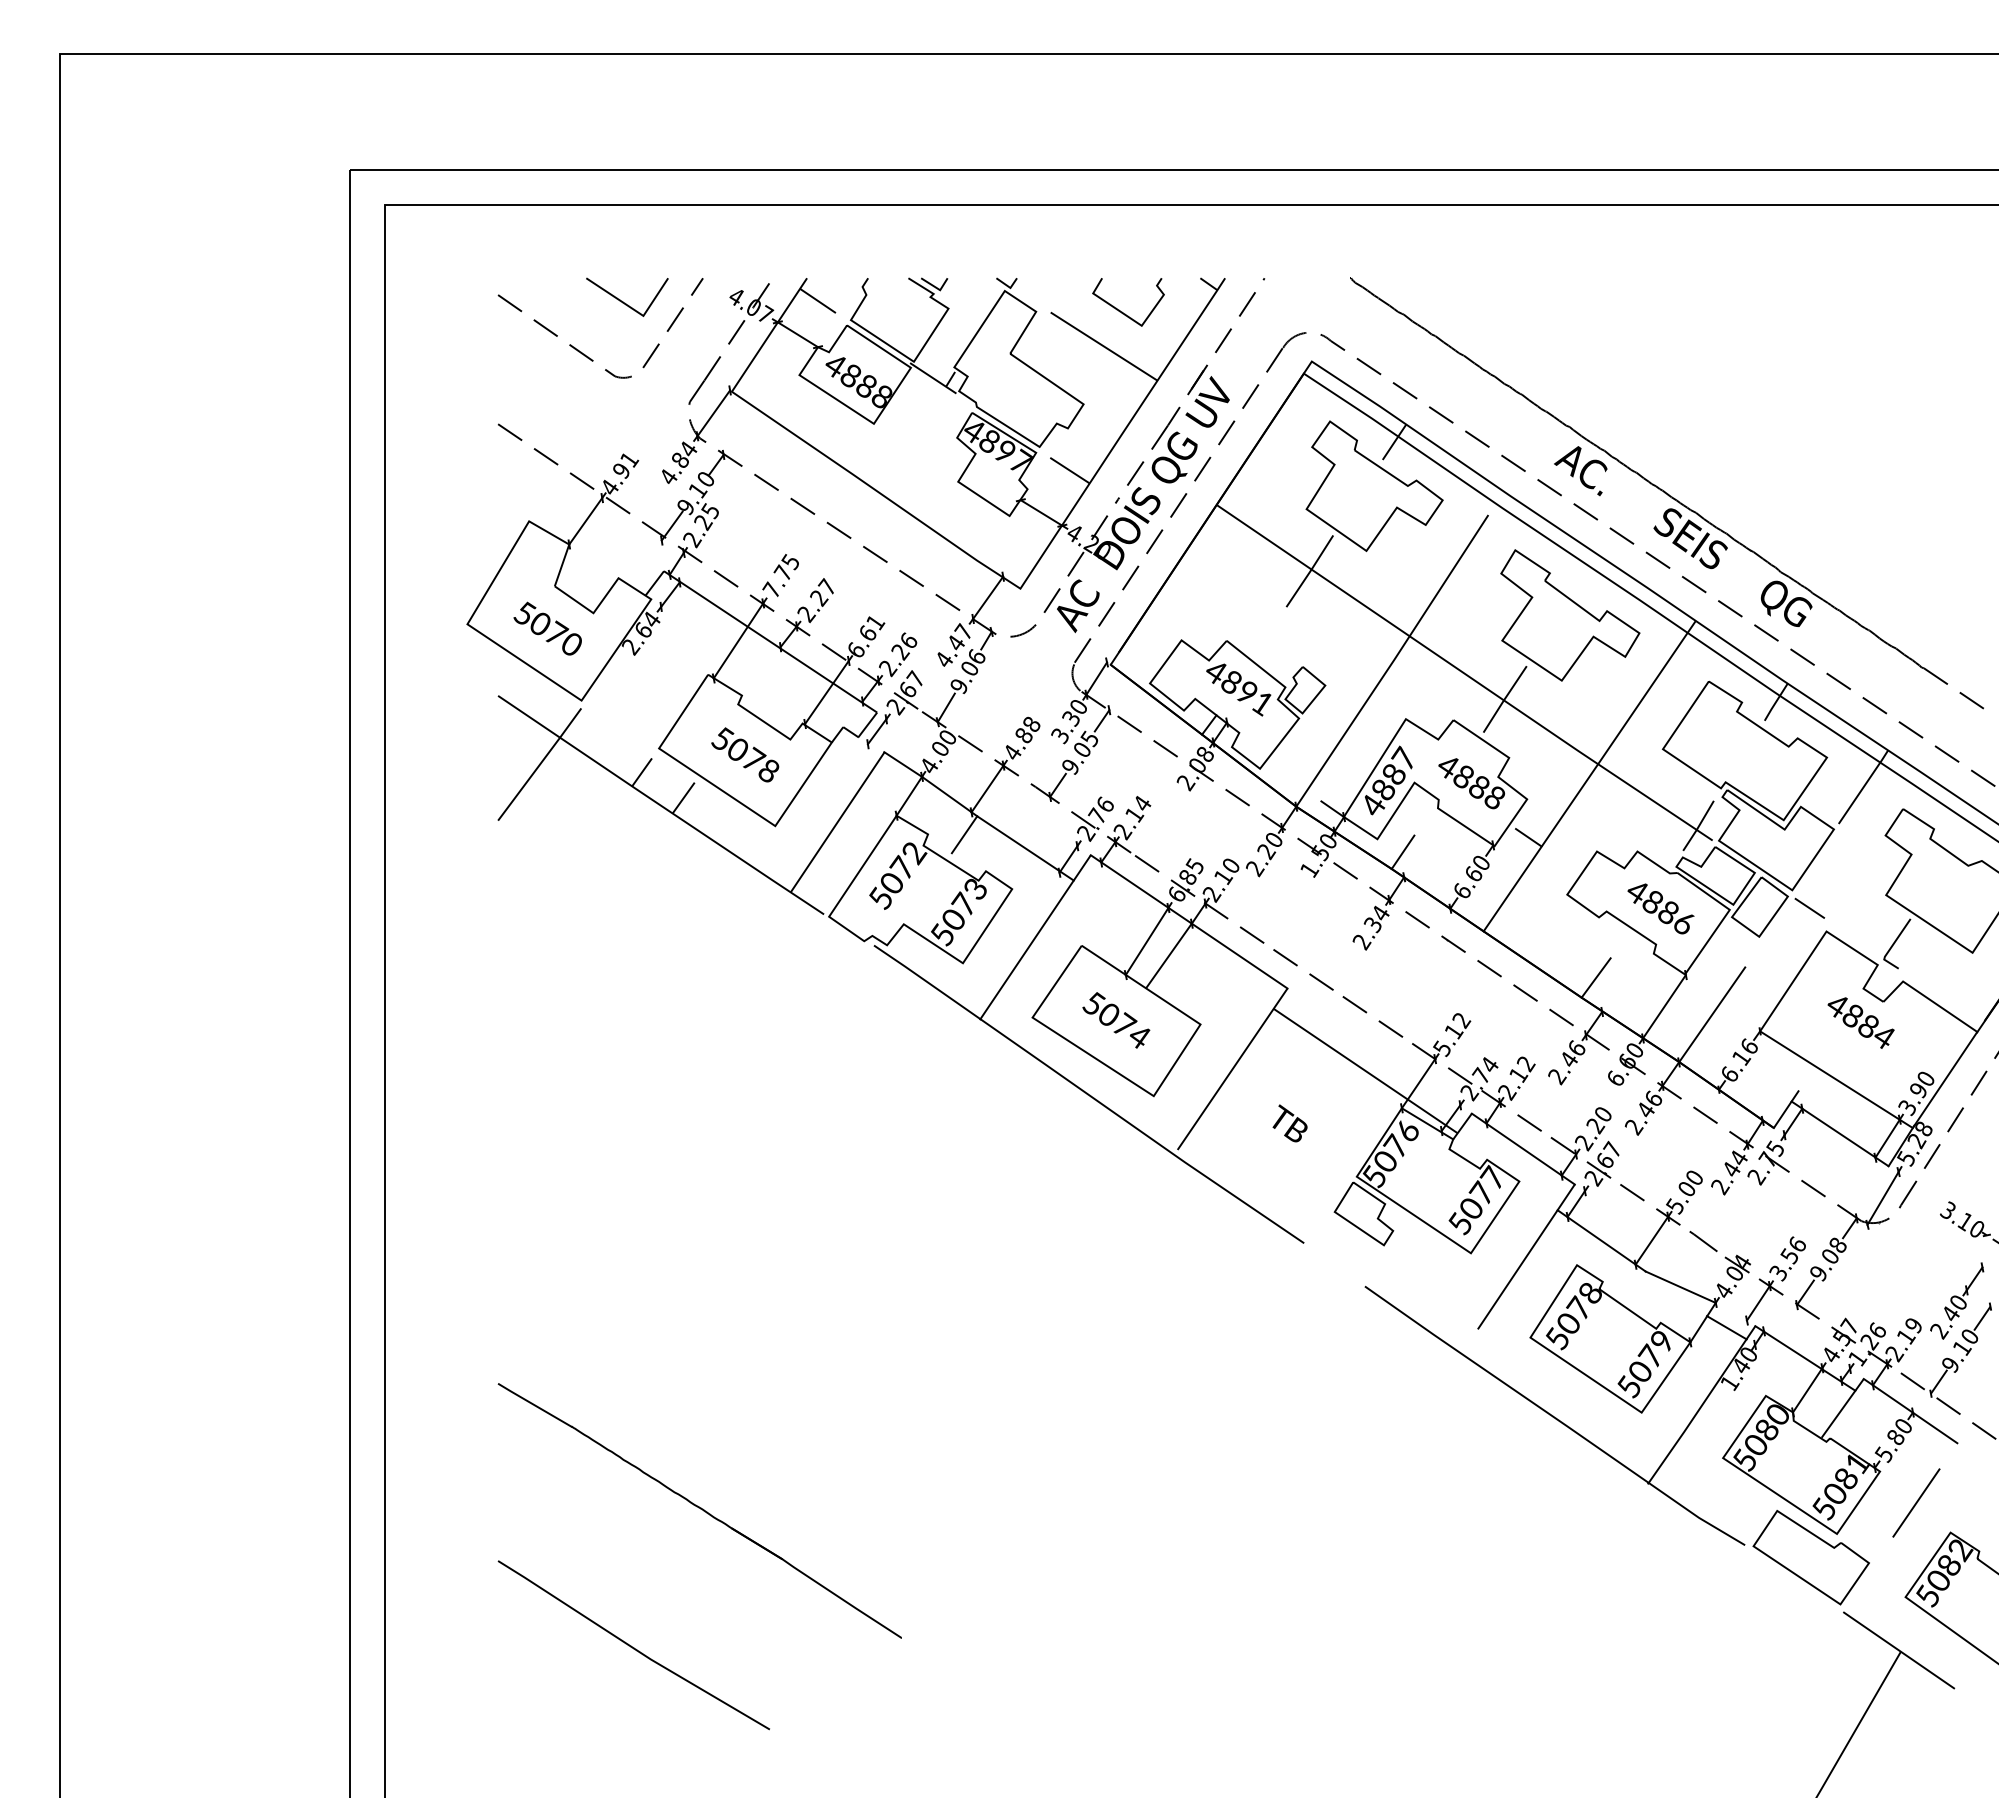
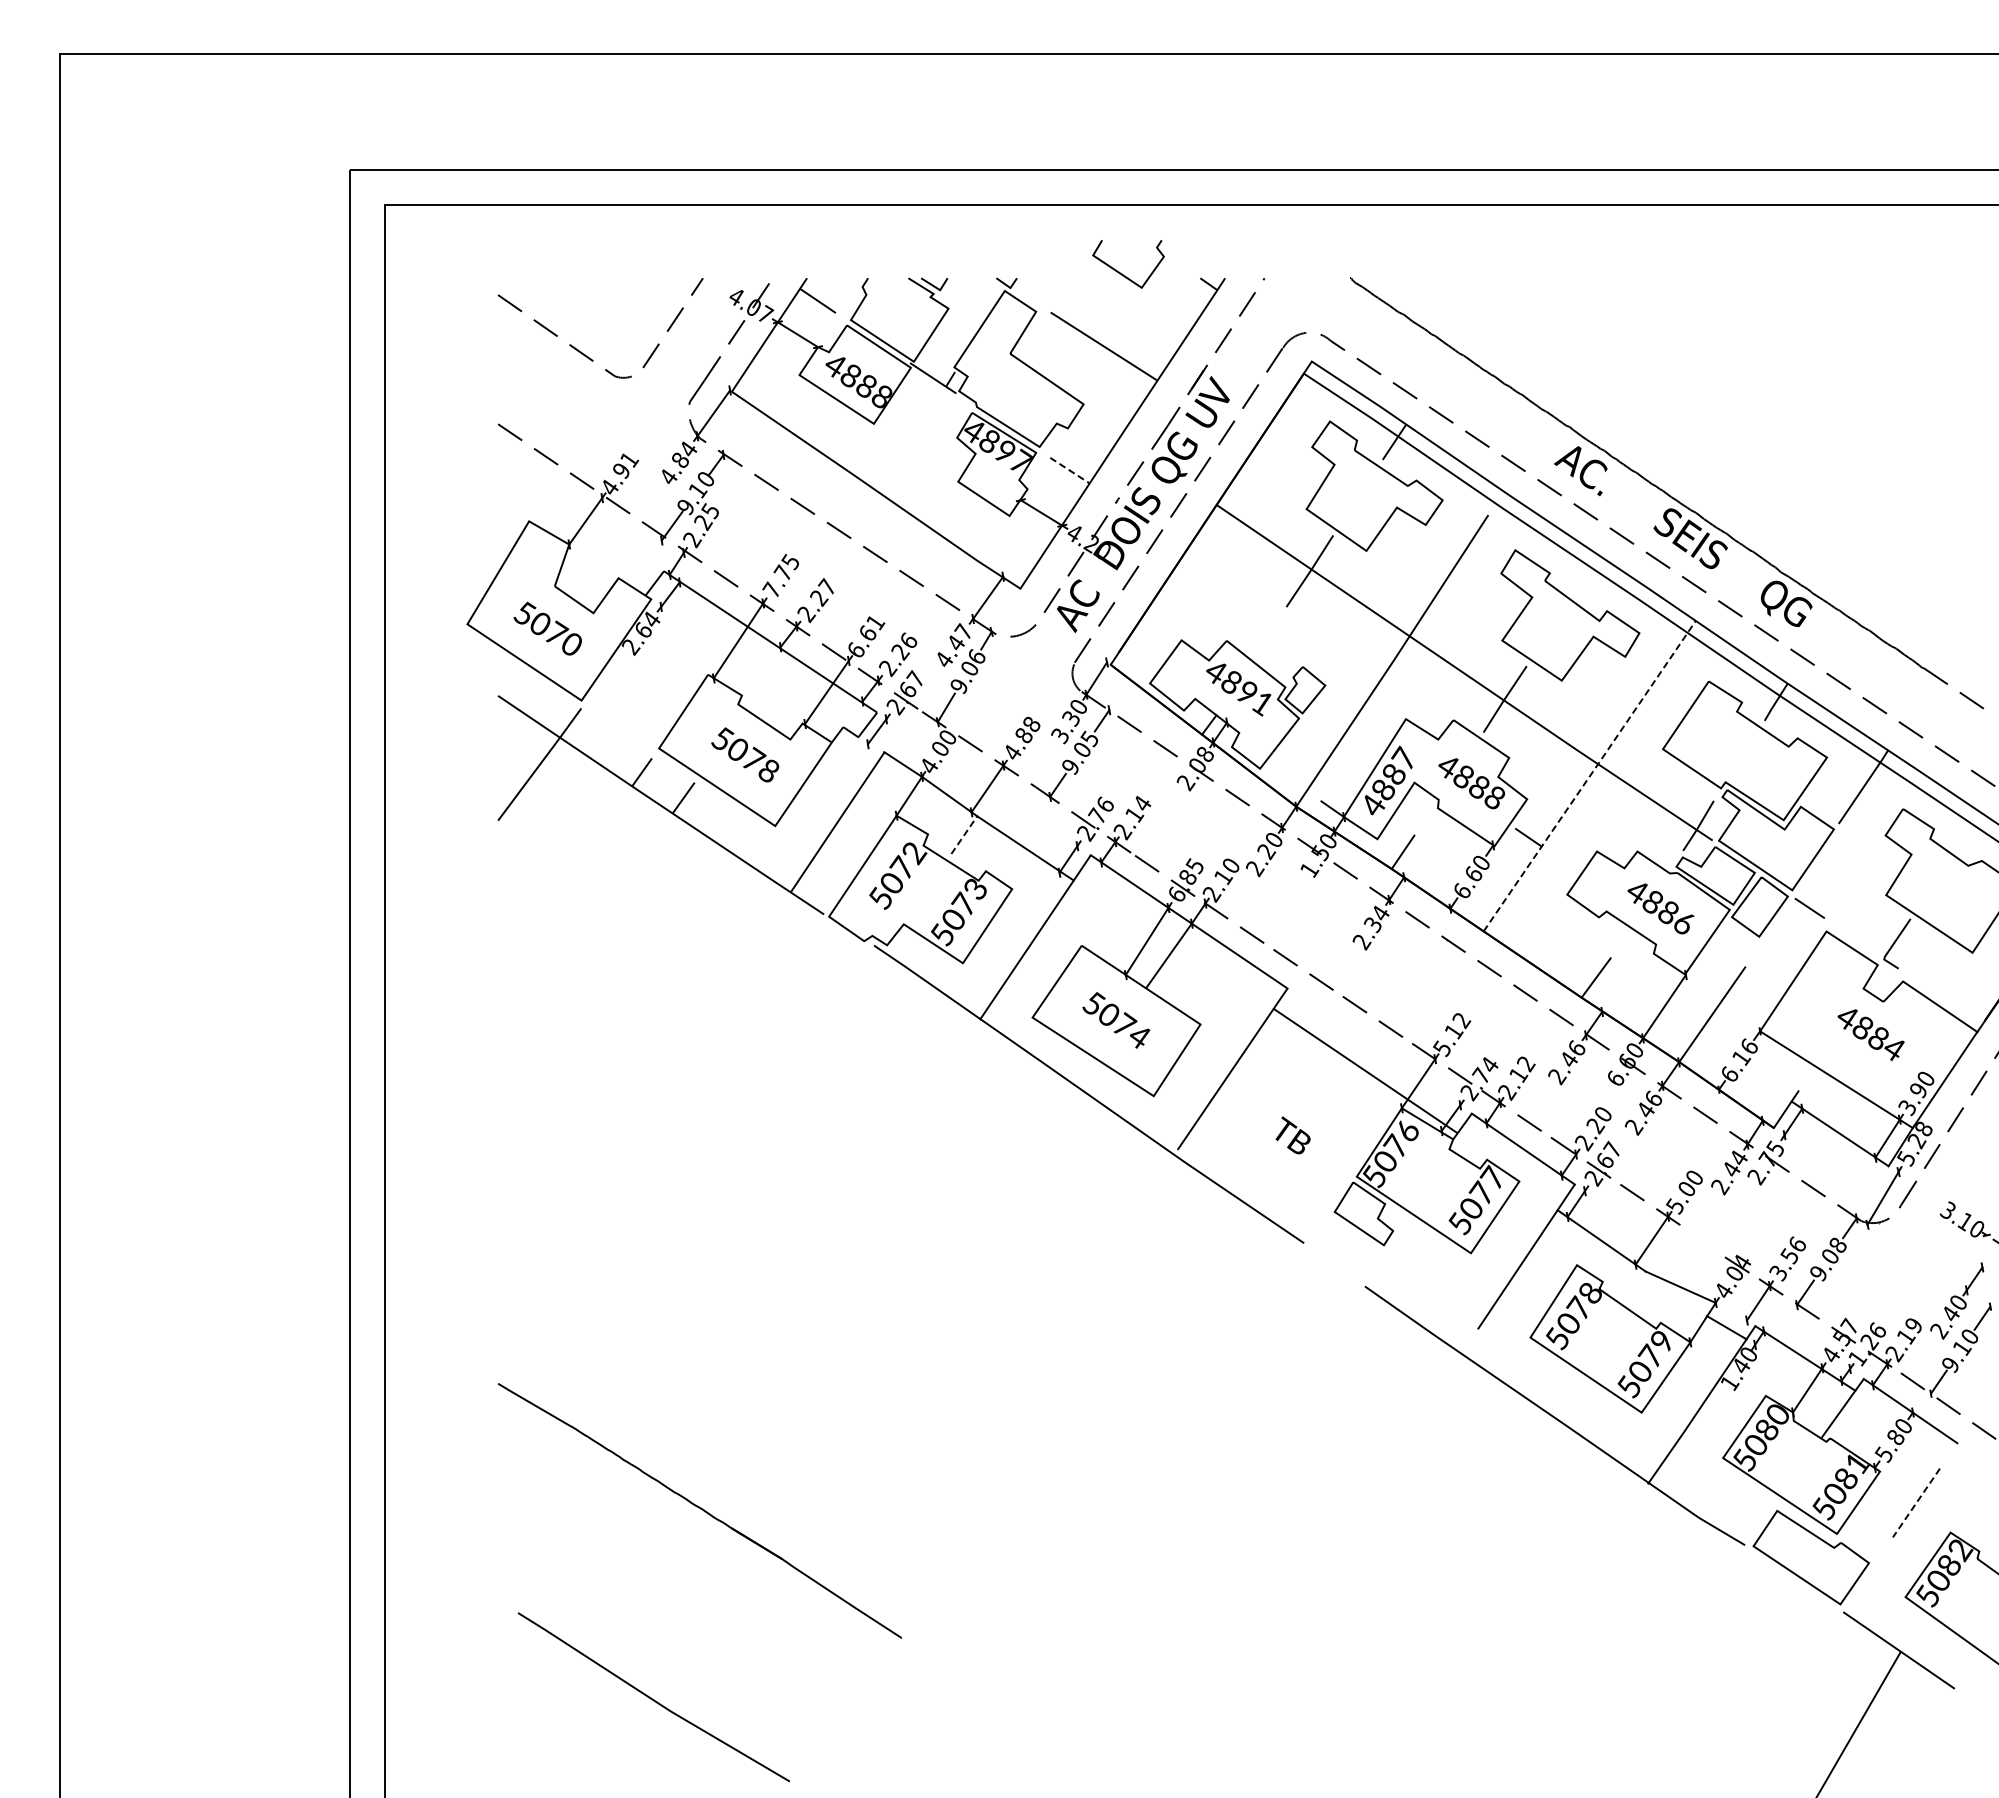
line at (623, 301): present -> none
curve at (1122, 311) position: (1122, 311) -> (1122, 273)
line at (1070, 470): solid -> dashed
line at (1590, 775): solid -> dashed
line at (964, 835): solid -> dashed
text at (1860, 1022) position: (1860, 1022) -> (1870, 1034)
text at (1289, 1123) position: (1289, 1123) -> (1292, 1135)
line at (1703, 1241): present -> none
line at (1916, 1503): solid -> dashed
line at (632, 1646) position: (632, 1646) -> (652, 1698)
